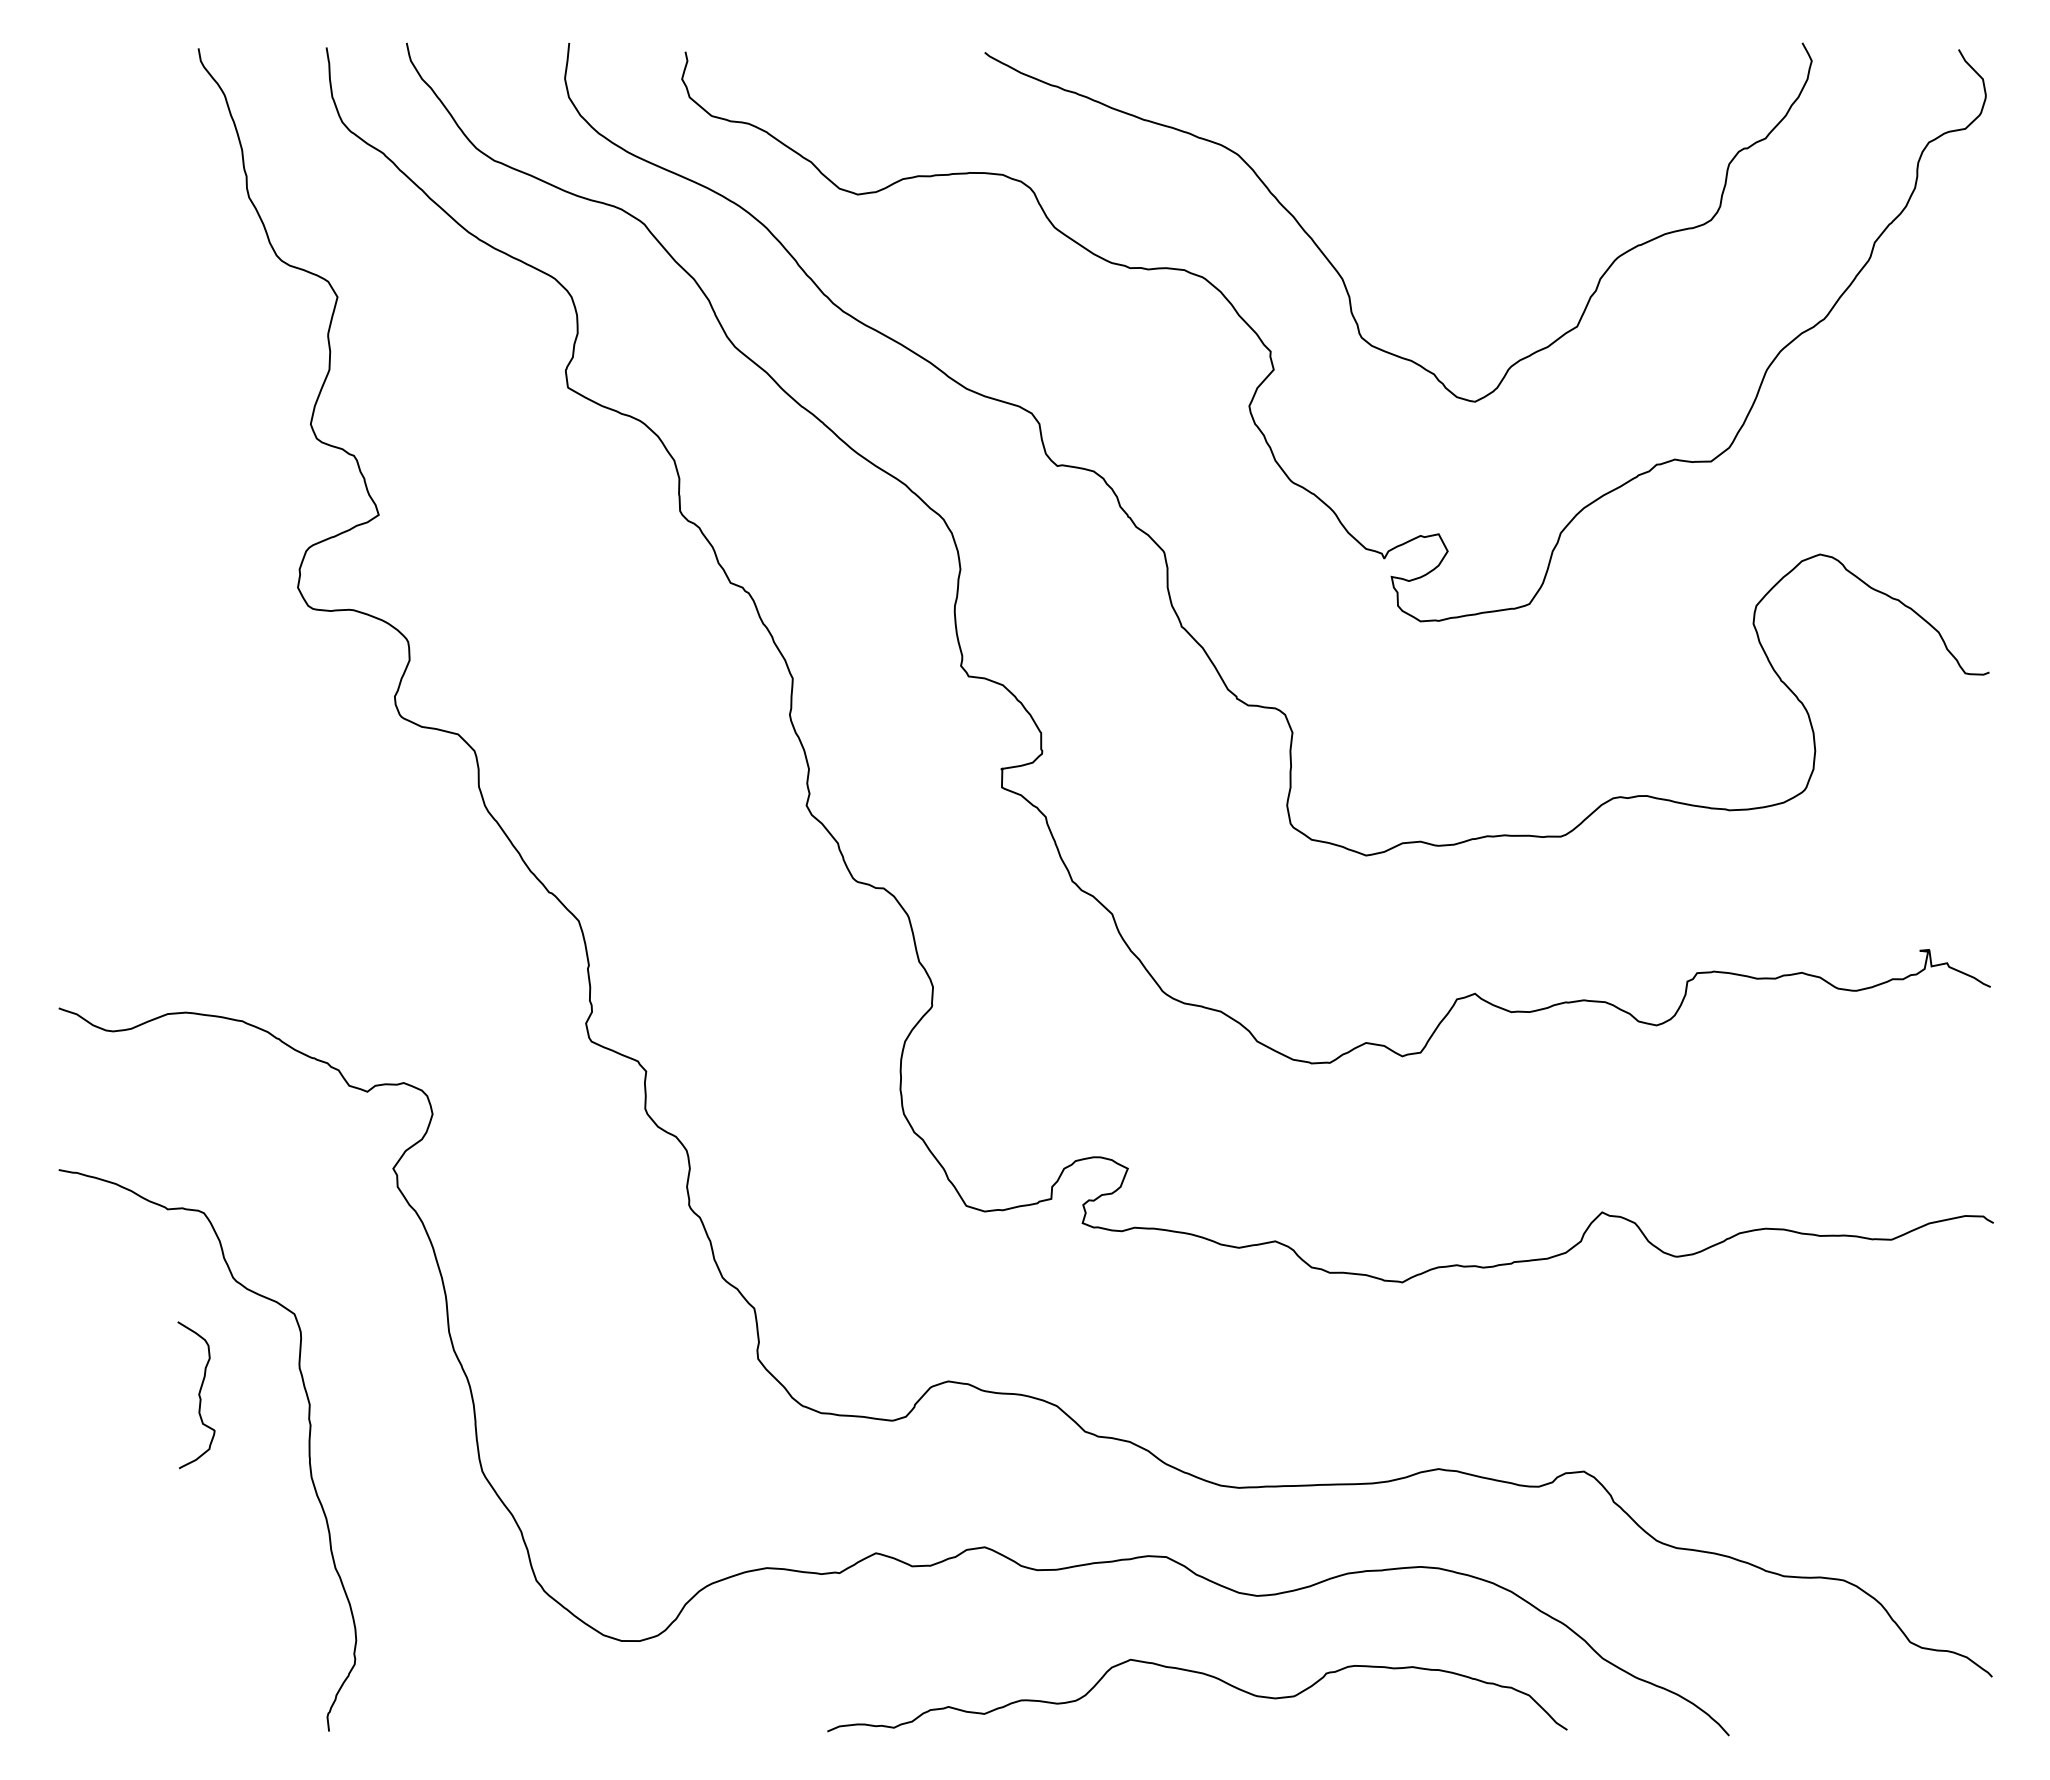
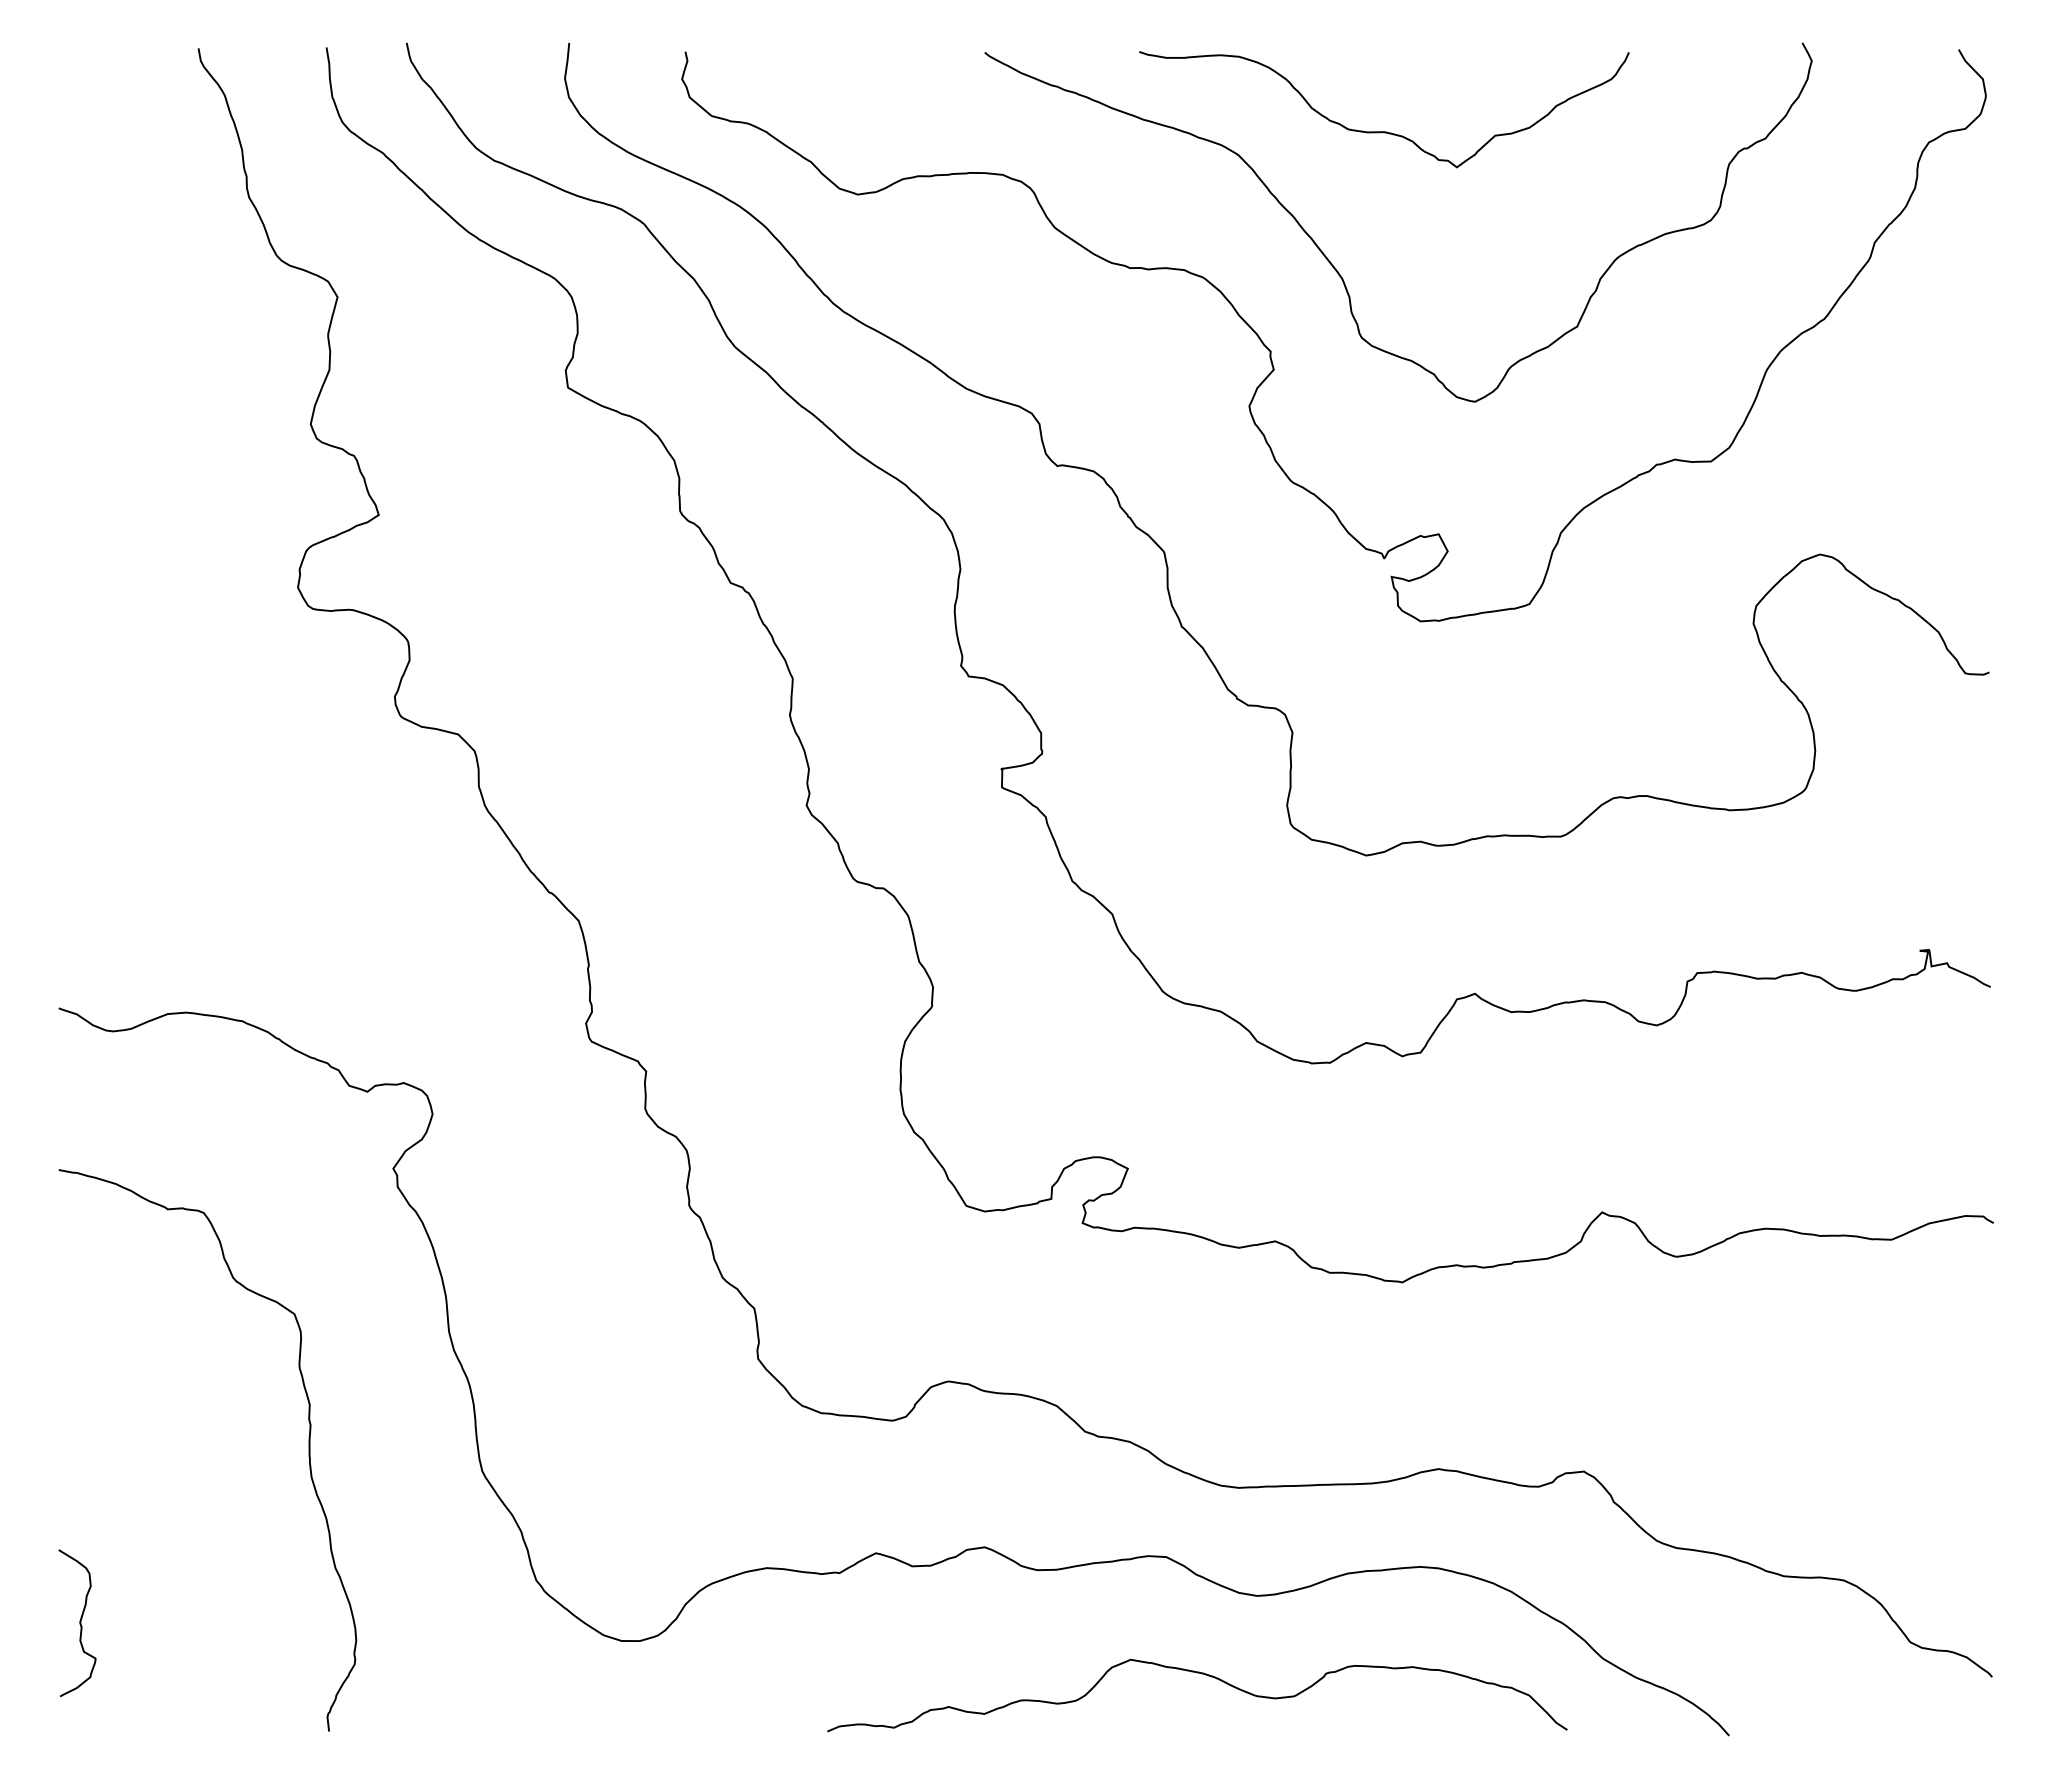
curve at (1384, 131): none -> present
curve at (198, 1395) position: (198, 1395) -> (79, 1623)
